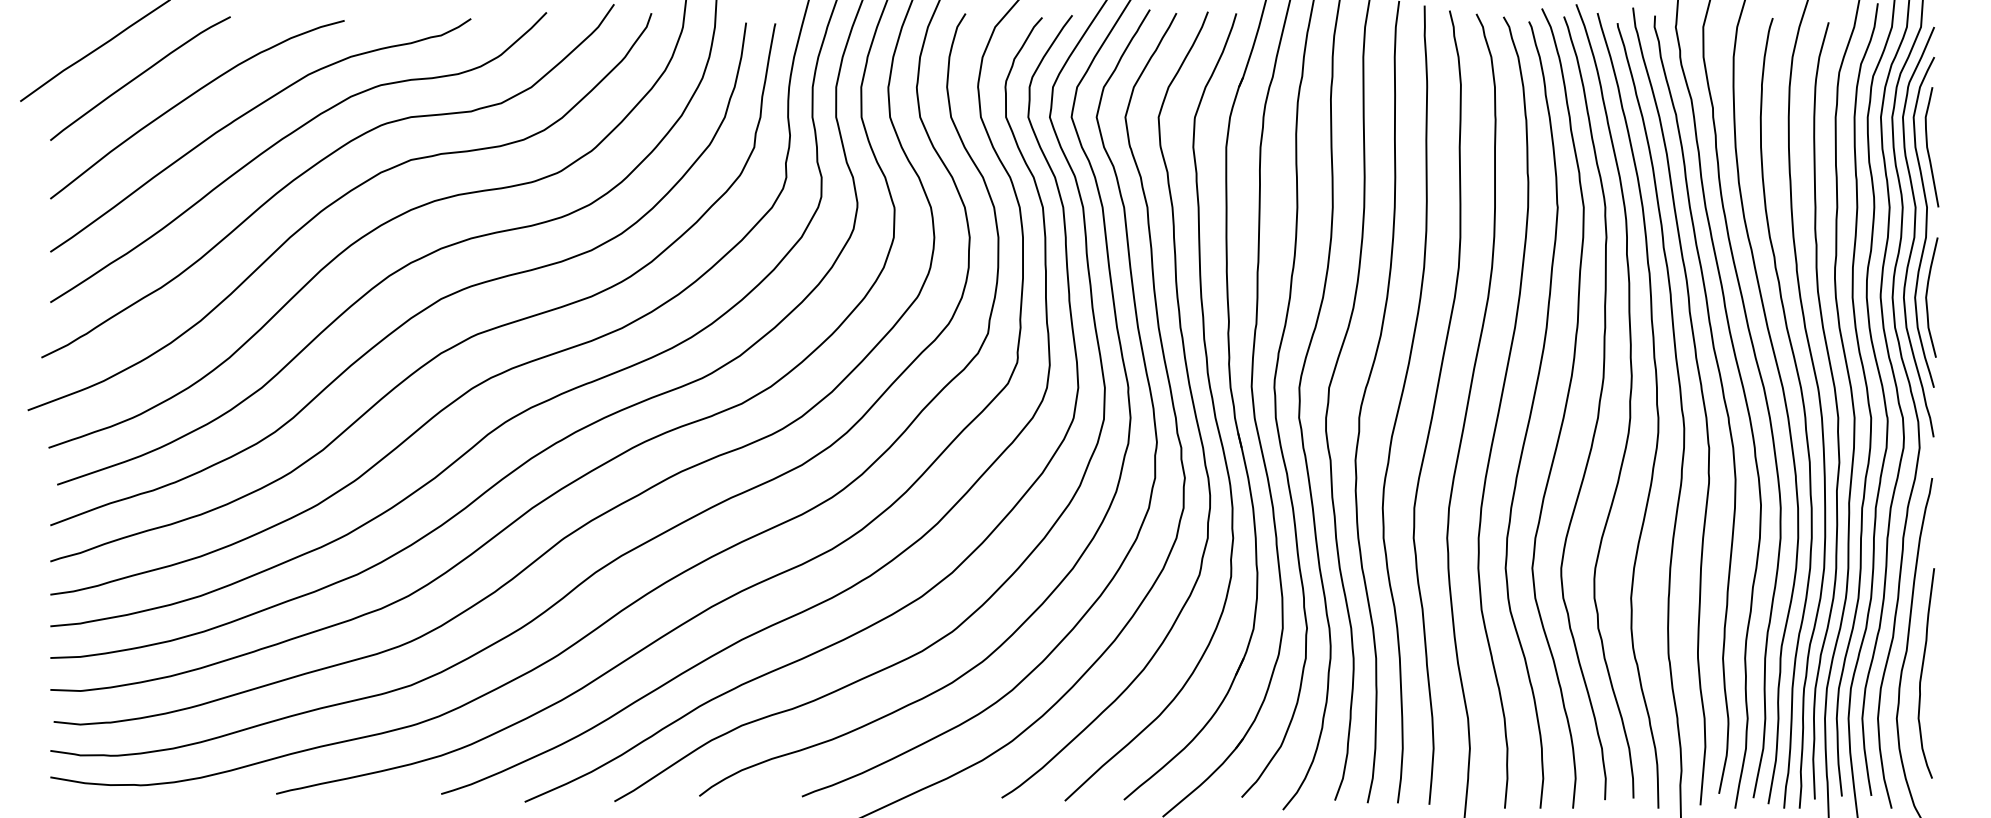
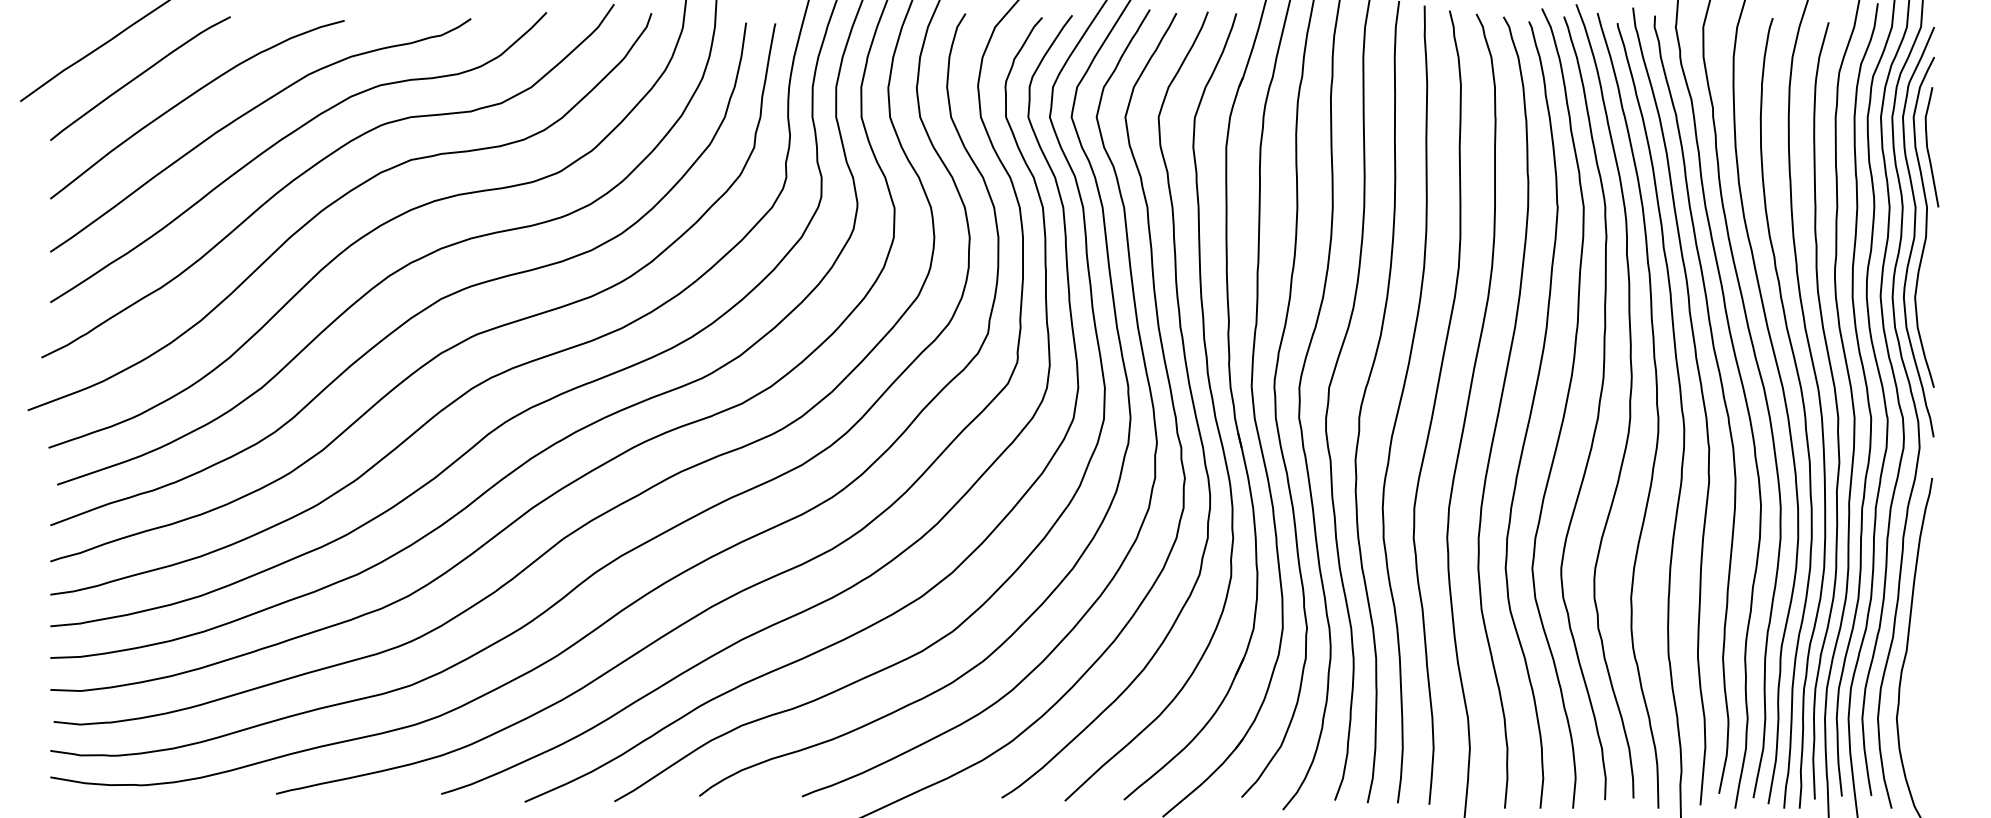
curve at (1927, 296): present -> none
curve at (1922, 673): present -> none
